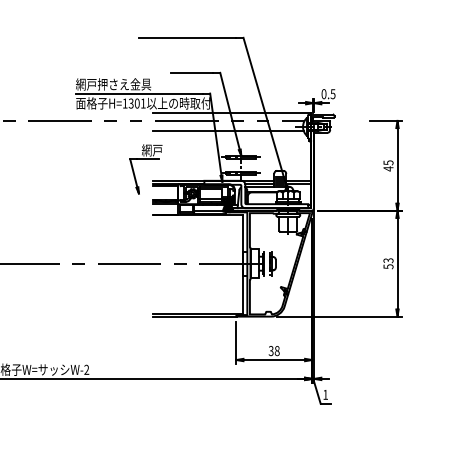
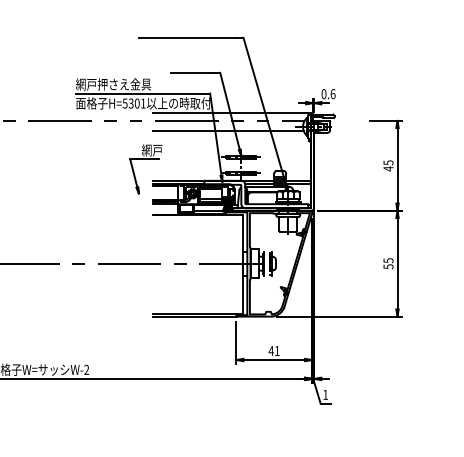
text at (332, 94): 0.5 -> 0.6
text at (124, 103): H=1301 -> H=5301
text at (387, 260): 53 -> 55
text at (273, 351): 38 -> 41
